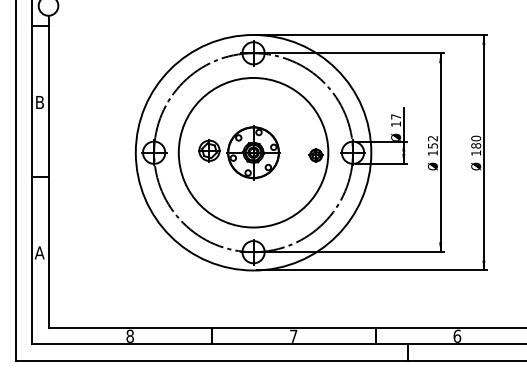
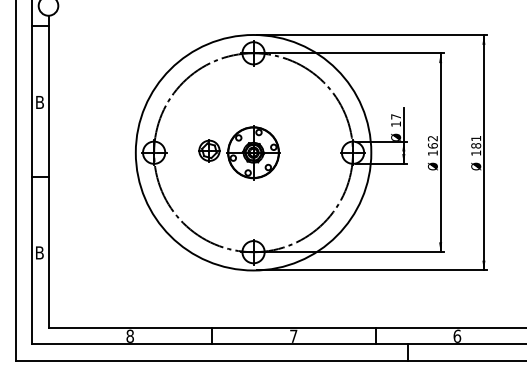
text at (476, 138): 180 -> 181
text at (432, 145): 152 -> 162
part at (253, 152): present -> none
text at (39, 252): A -> B
